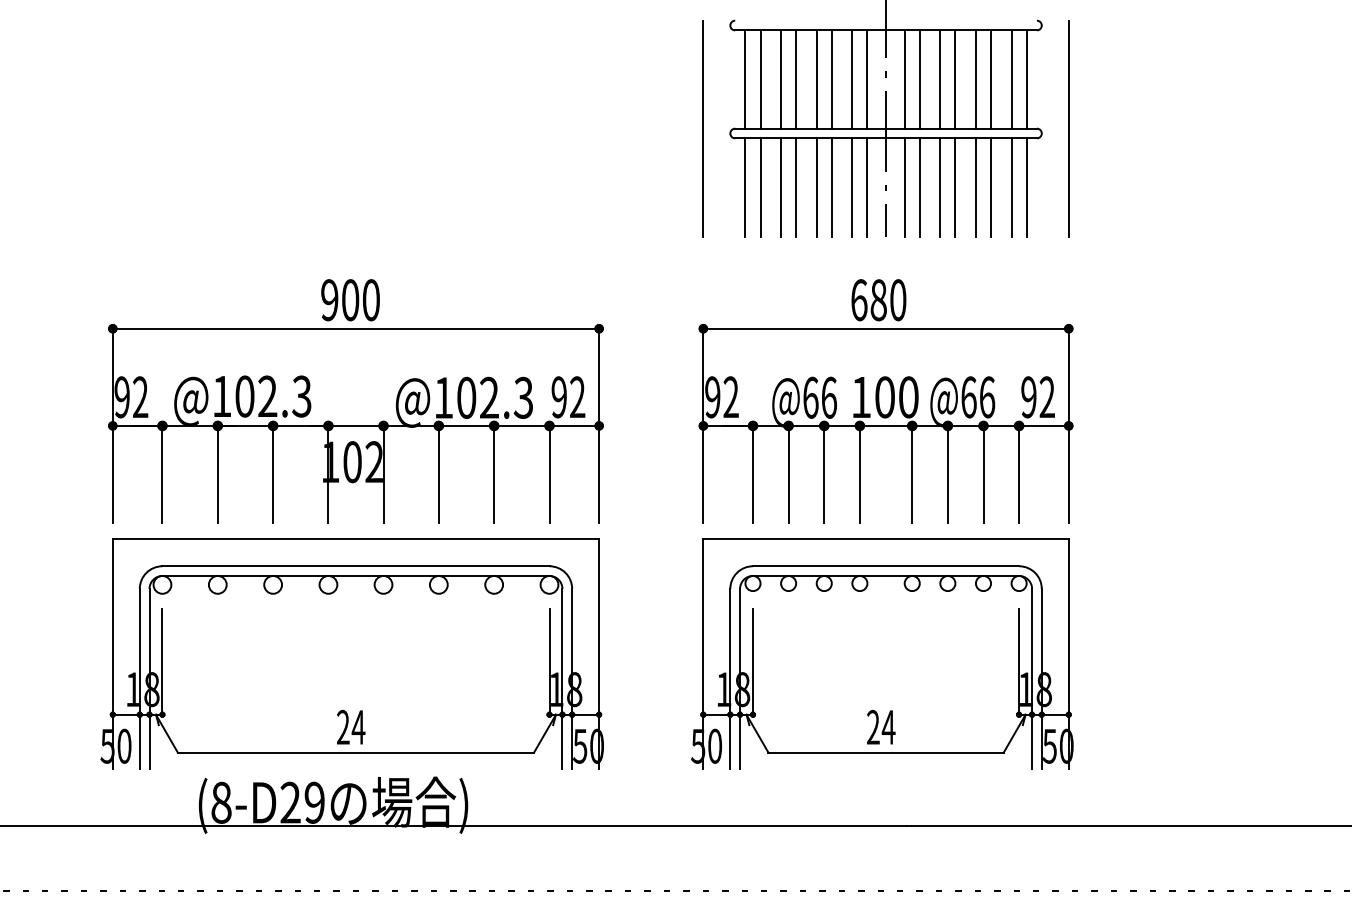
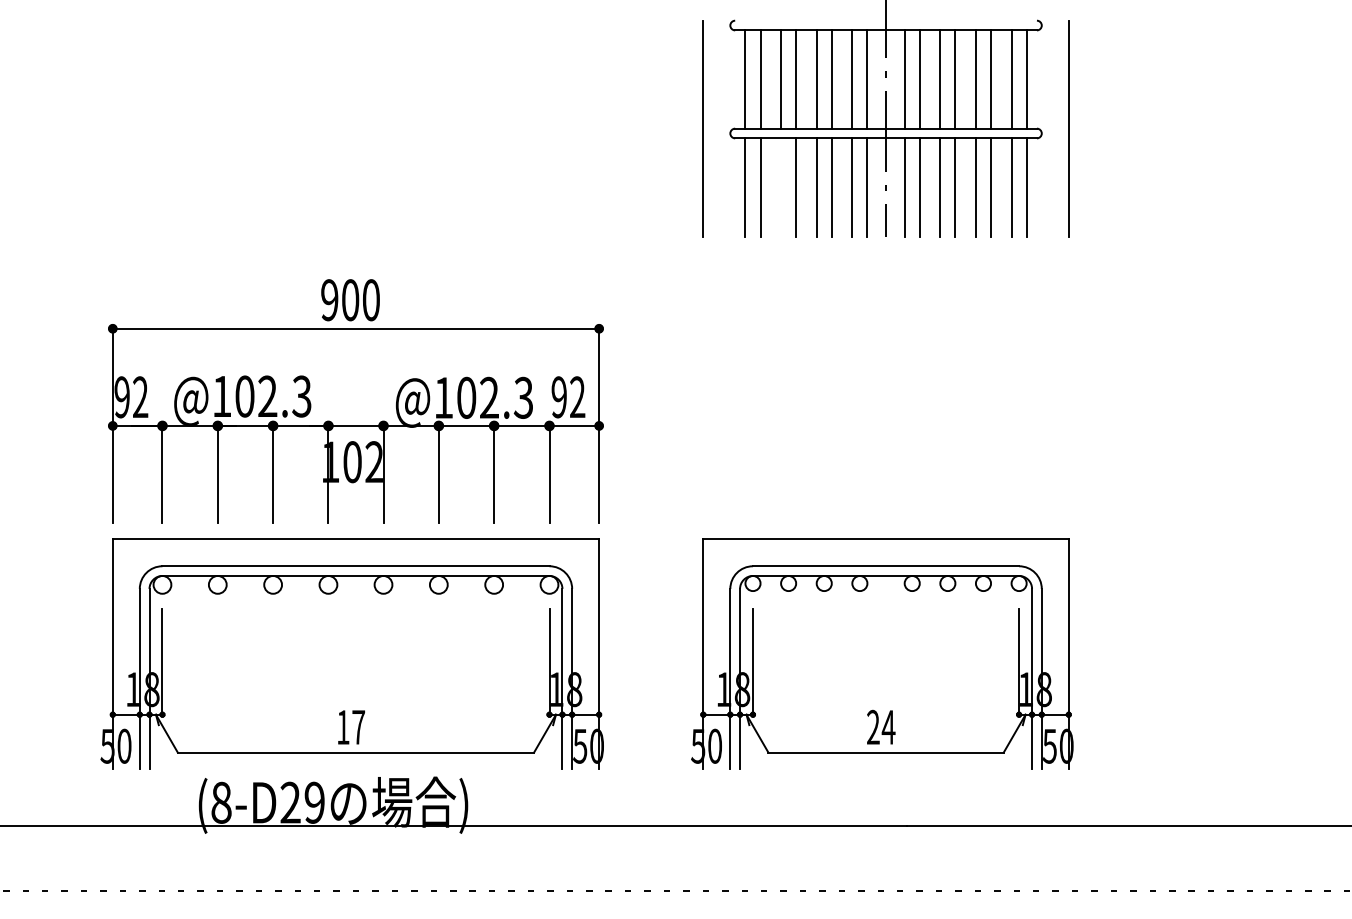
line at (781, 187): present -> none
part at (885, 401): present -> none
text at (351, 726): 24 -> 17
